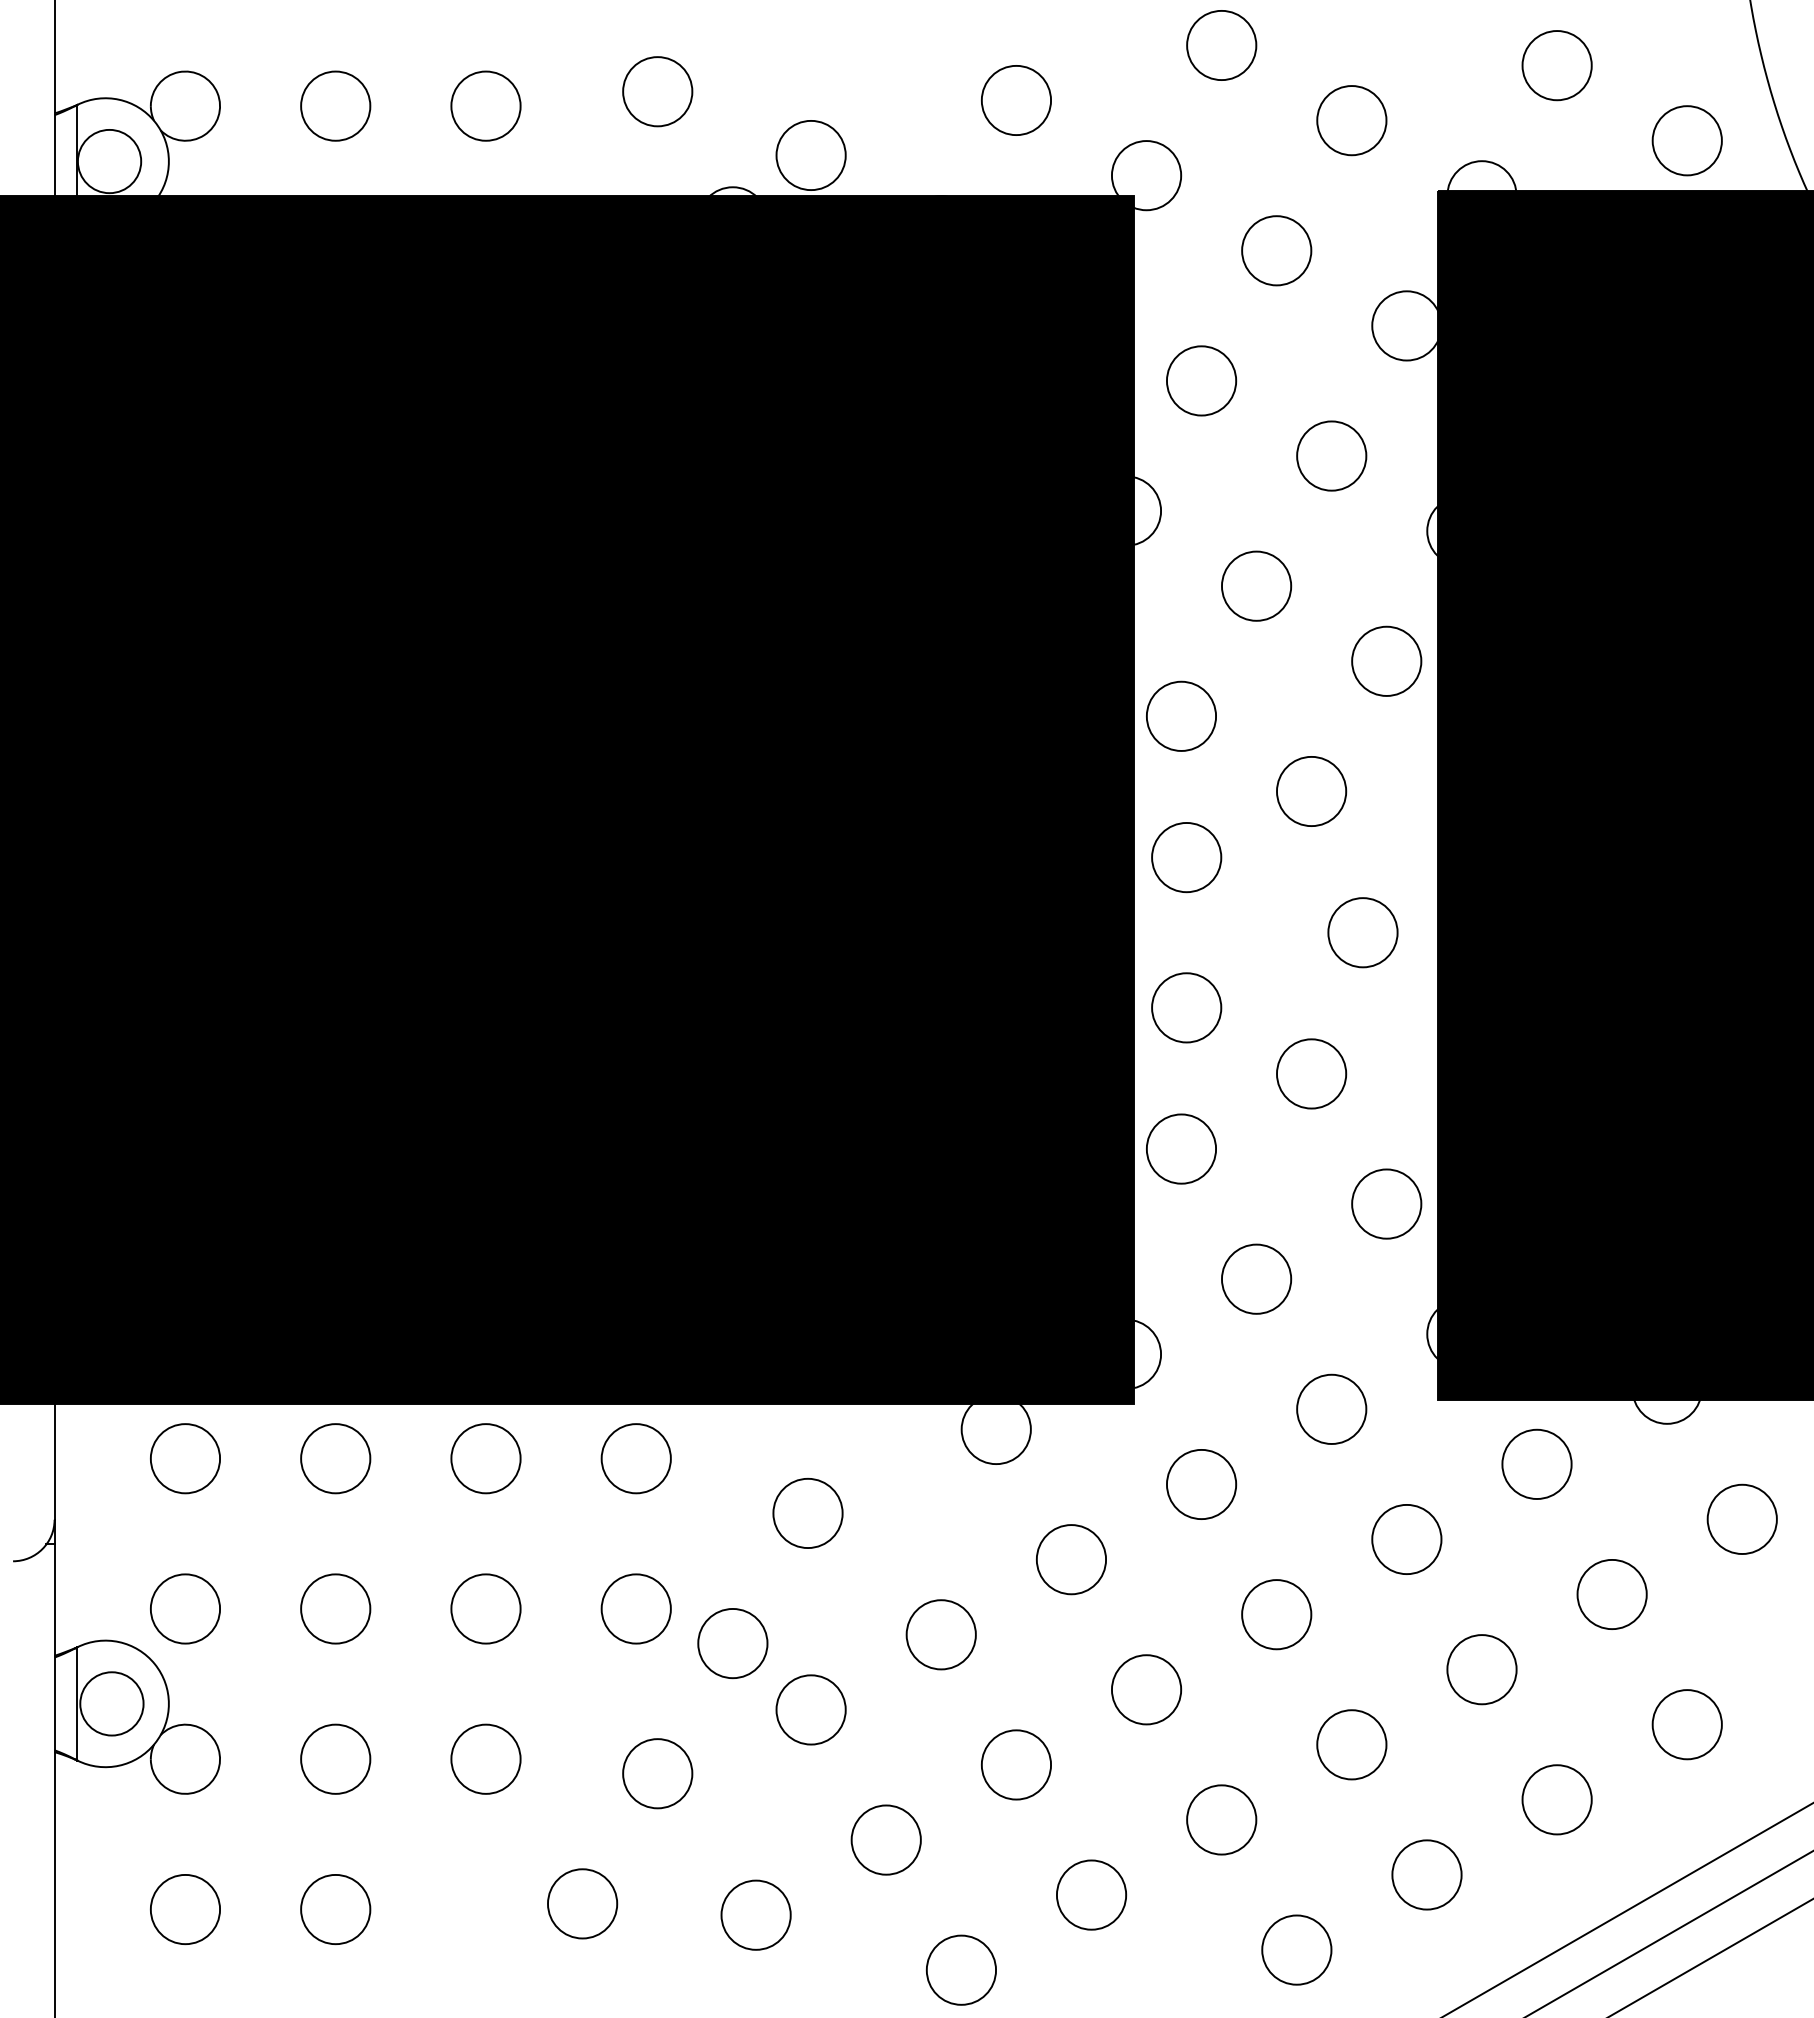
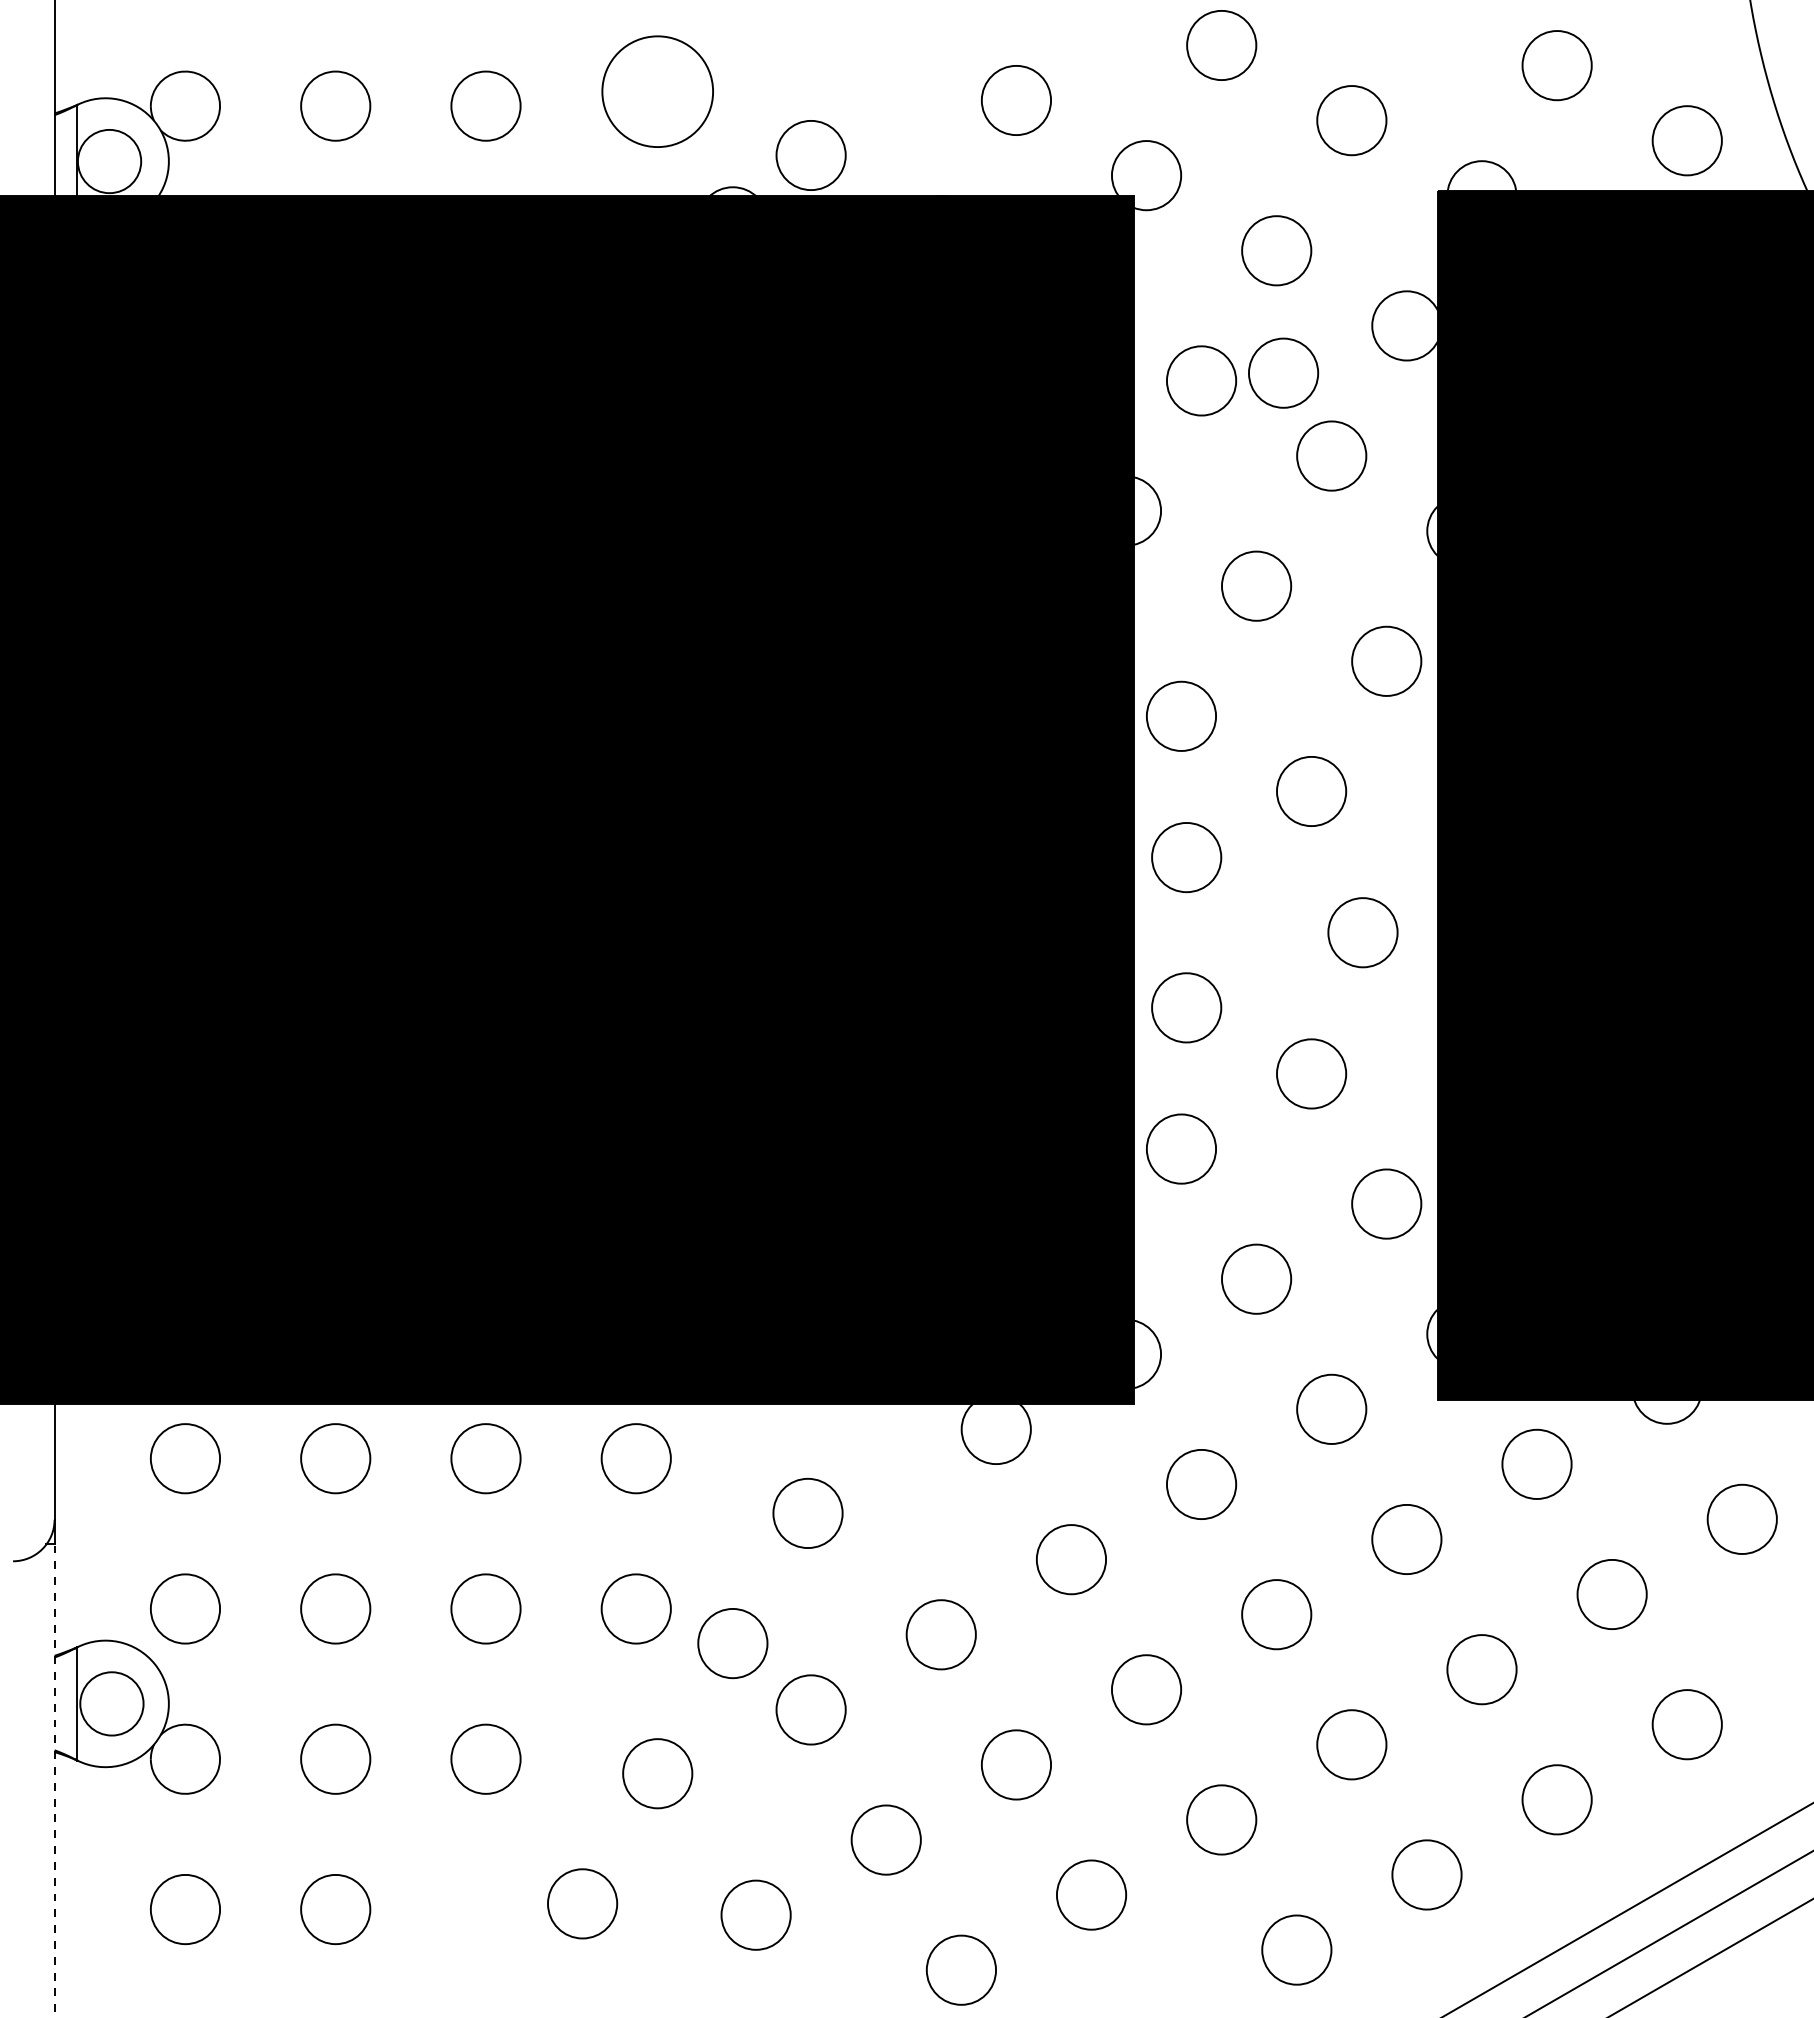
circle at (657, 91) diameter: 69 px -> 111 px
circle at (1283, 372): none -> present
line at (54, 1780): solid -> dashed
